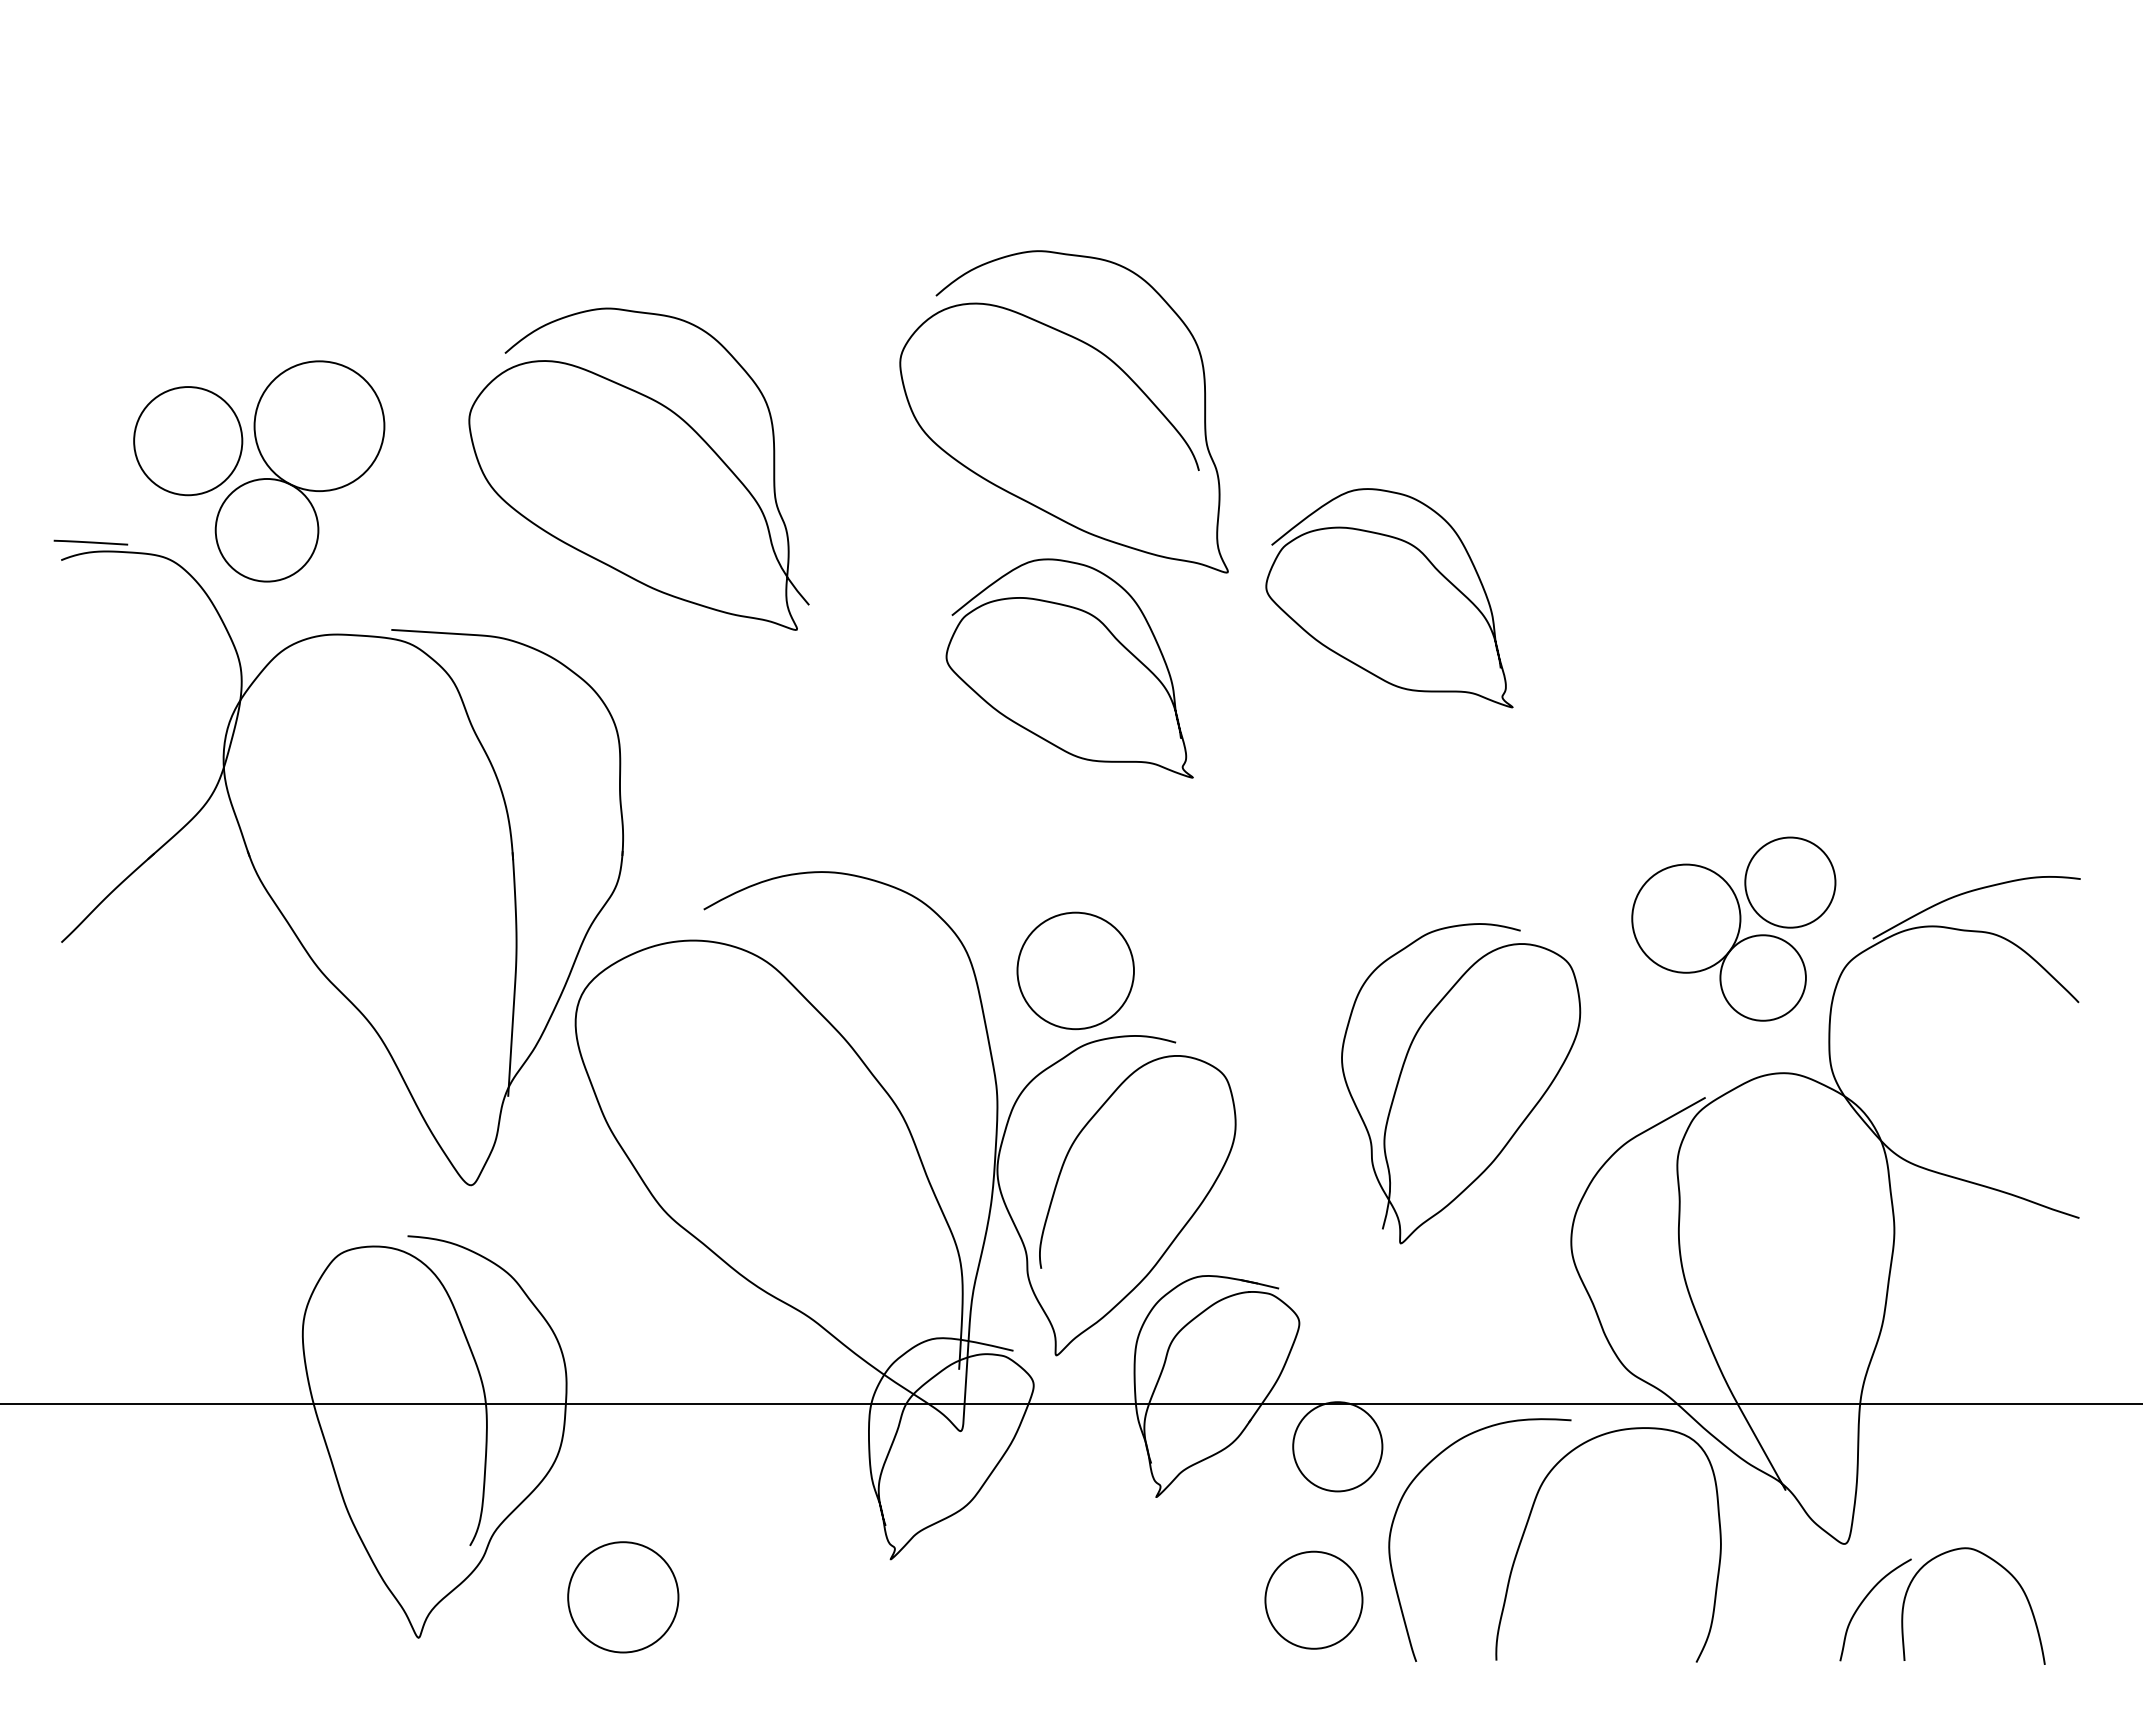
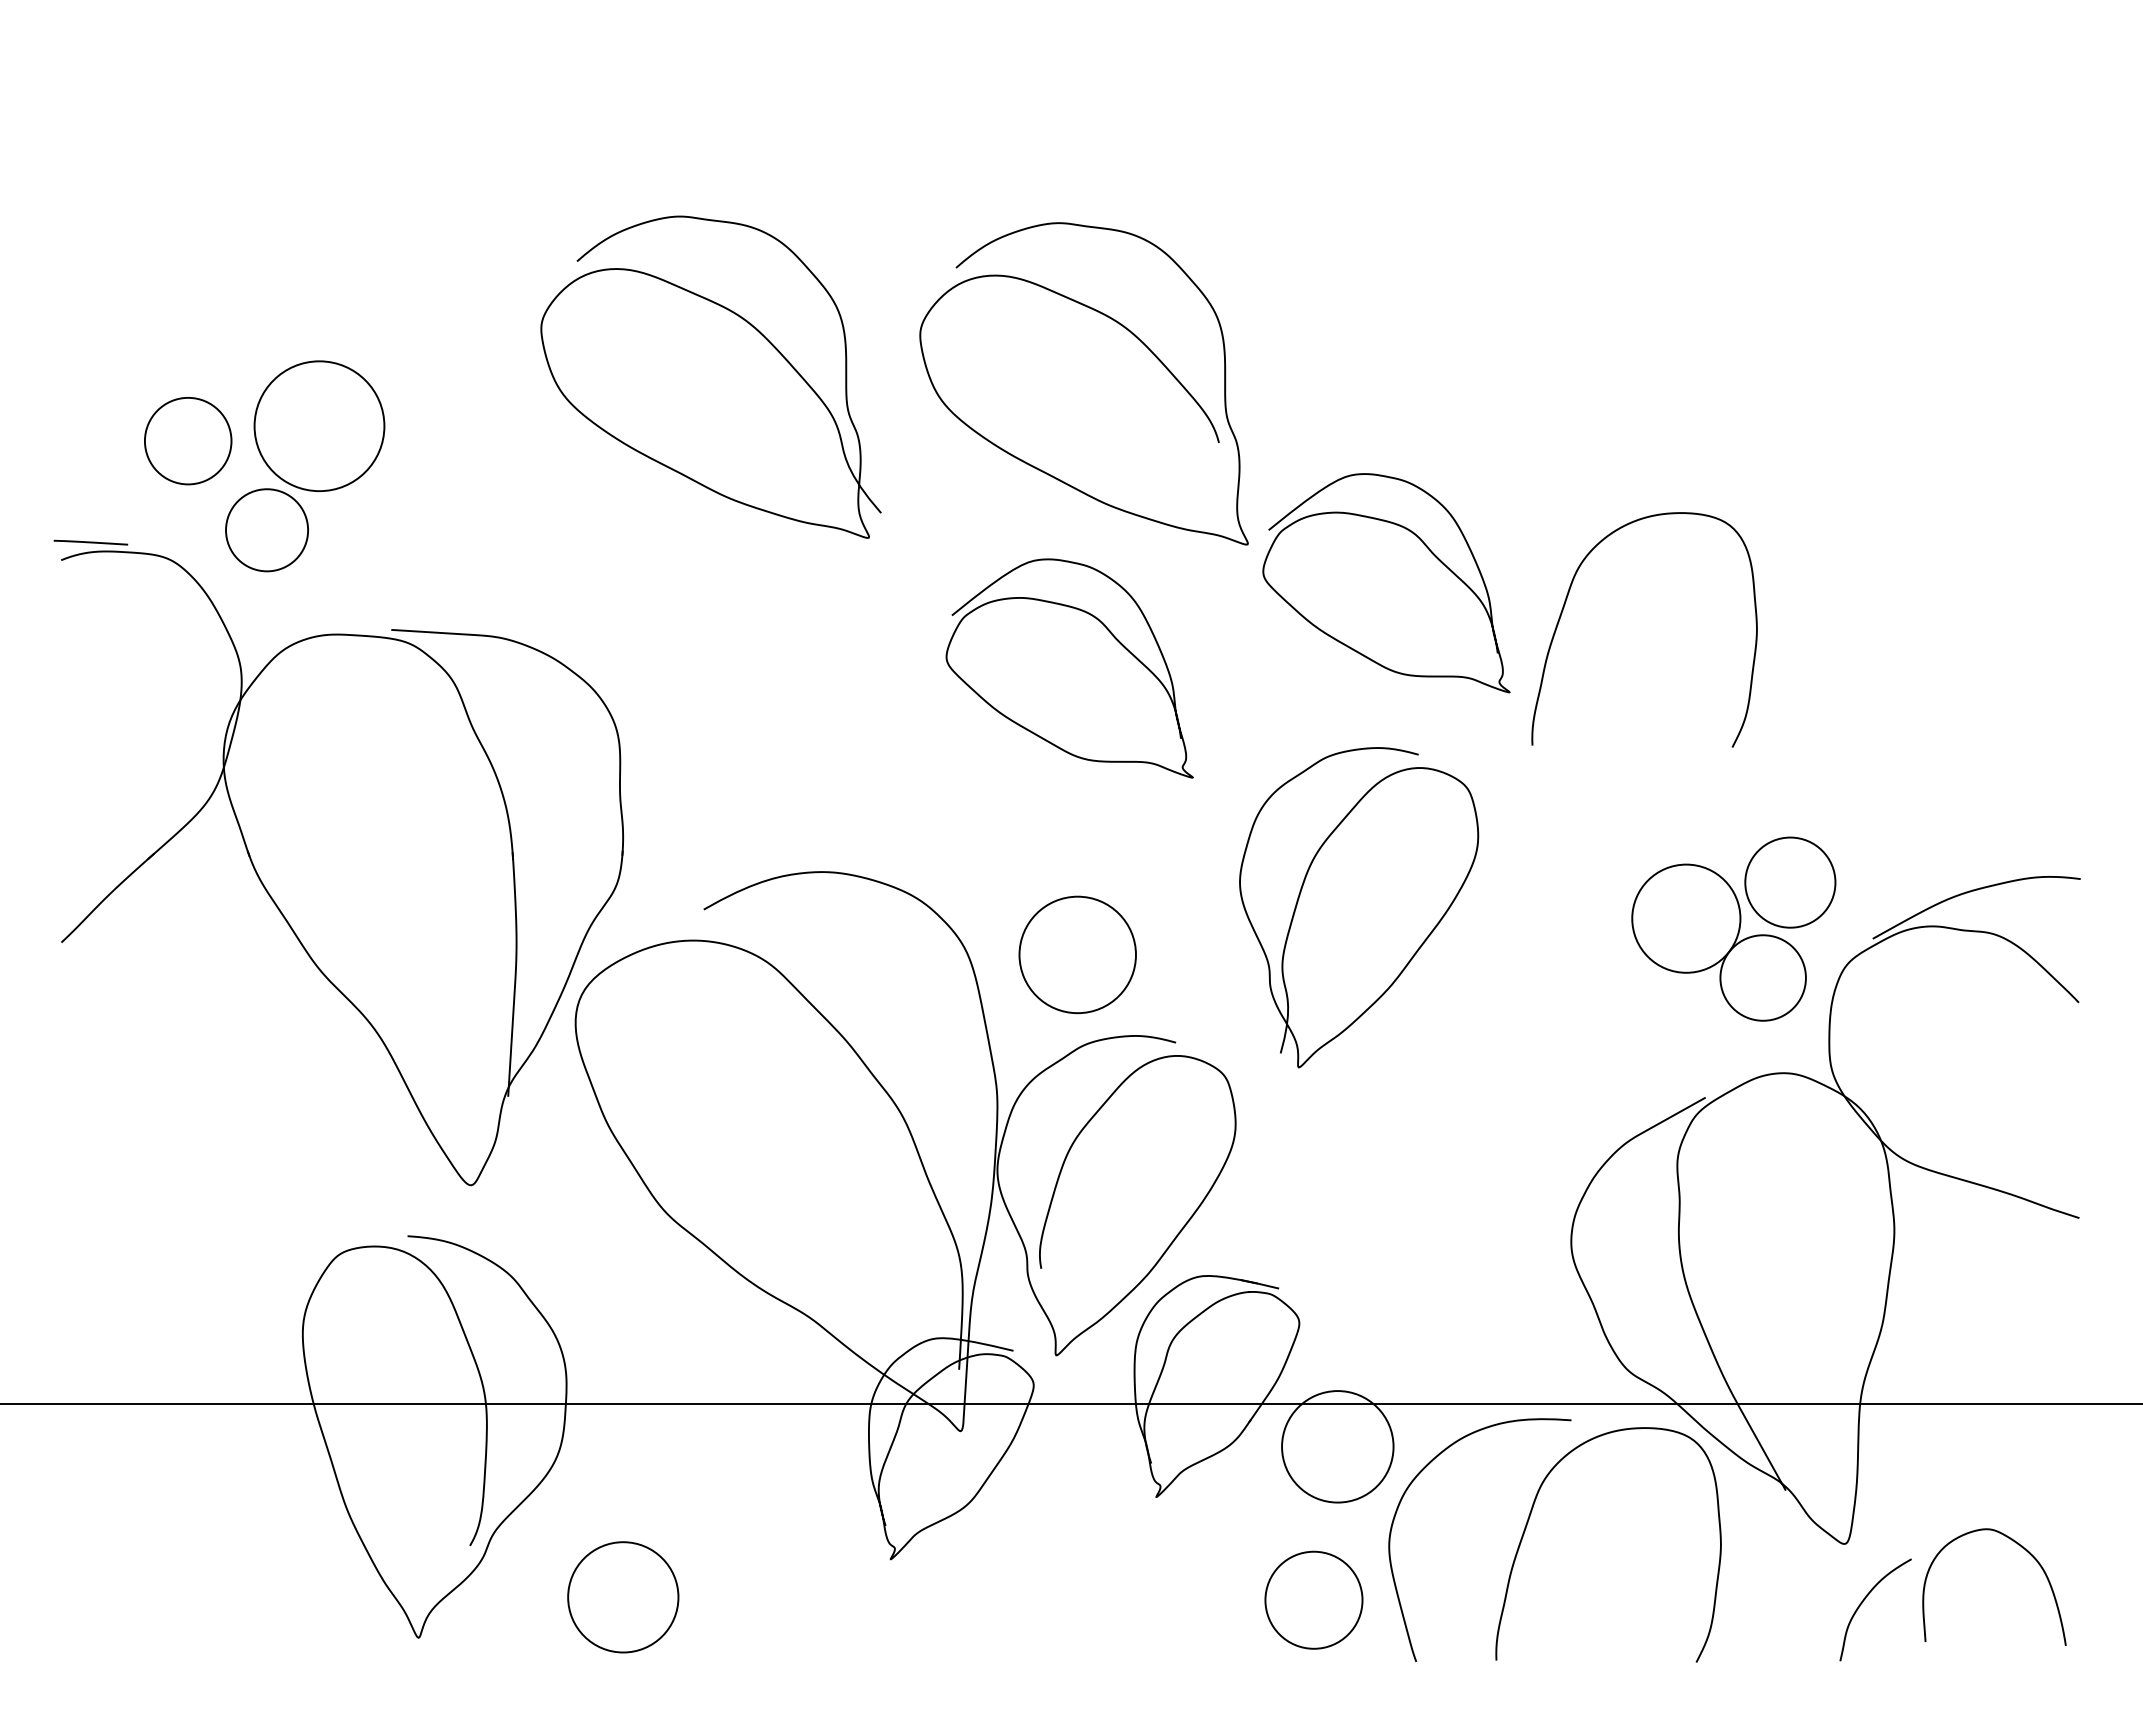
curve at (1104, 356) position: (1104, 356) -> (1124, 328)
curve at (680, 419) position: (680, 419) -> (752, 327)
circle at (188, 441) diameter: 108 px -> 87 px
circle at (266, 529) diameter: 103 px -> 82 px
curve at (1432, 566) position: (1432, 566) -> (1429, 551)
curve at (1565, 604): none -> present
circle at (1075, 970) position: (1075, 970) -> (1077, 954)
curve at (1404, 1065) position: (1404, 1065) -> (1302, 889)
circle at (1337, 1446) diameter: 89 px -> 112 px
curve at (2001, 1567) position: (2001, 1567) -> (2022, 1548)
